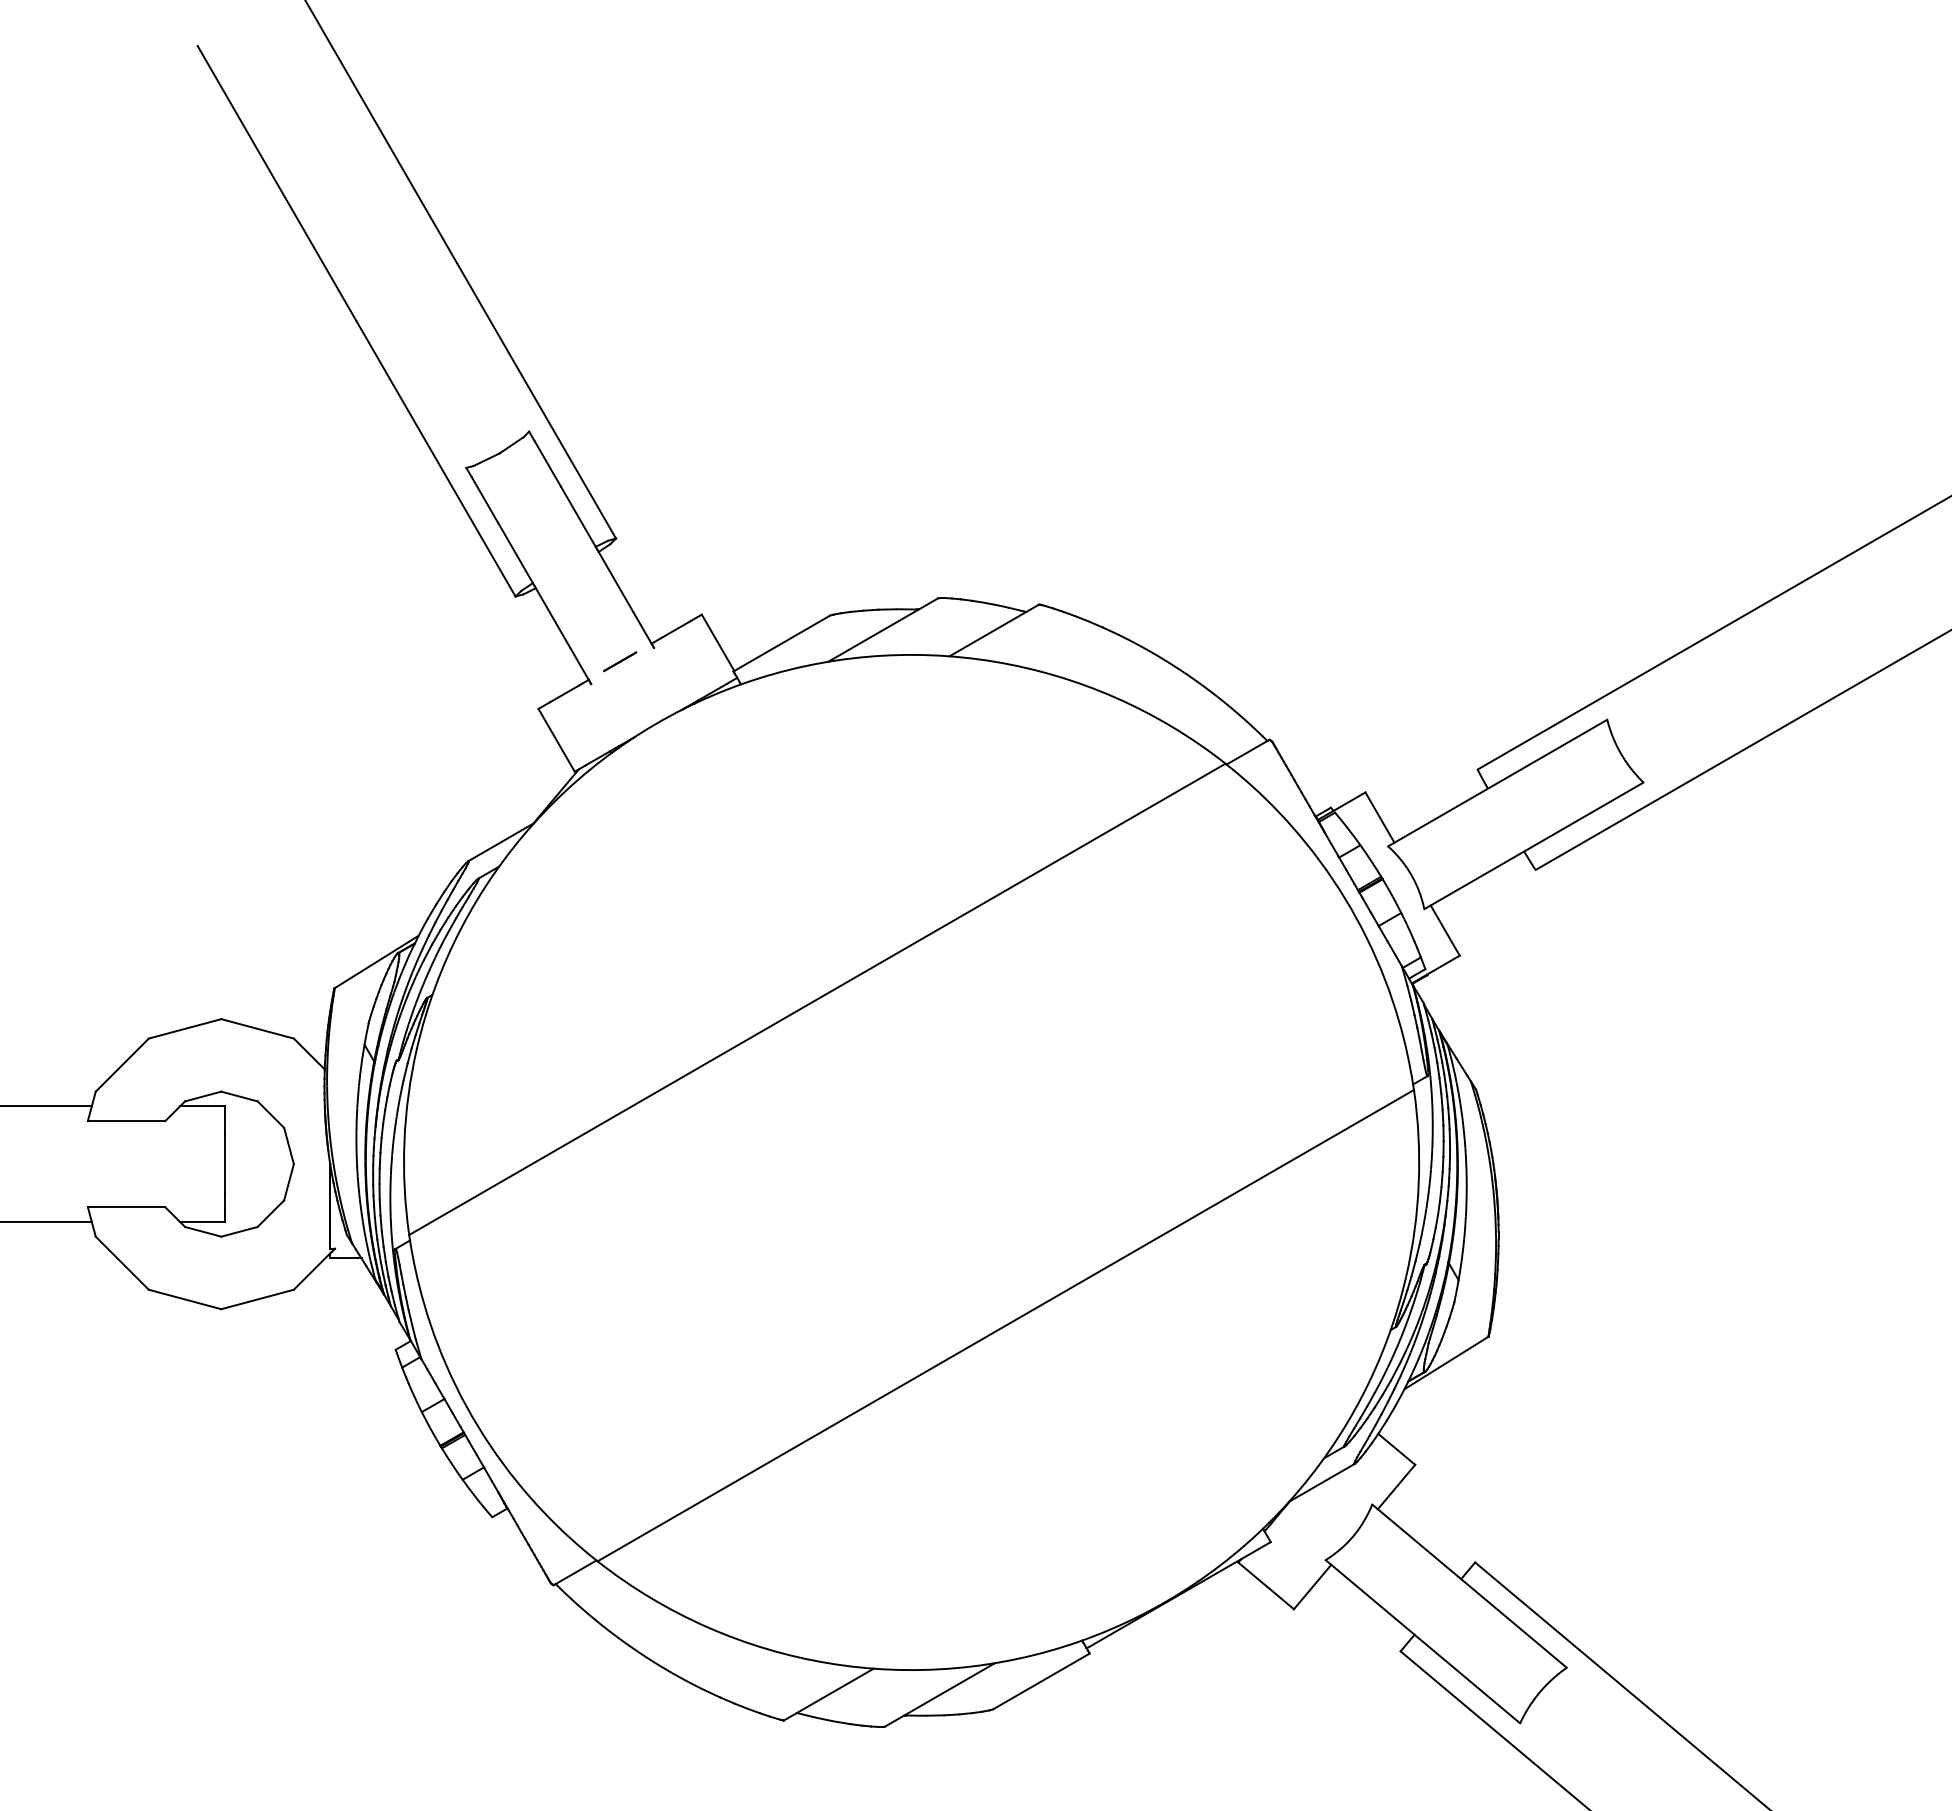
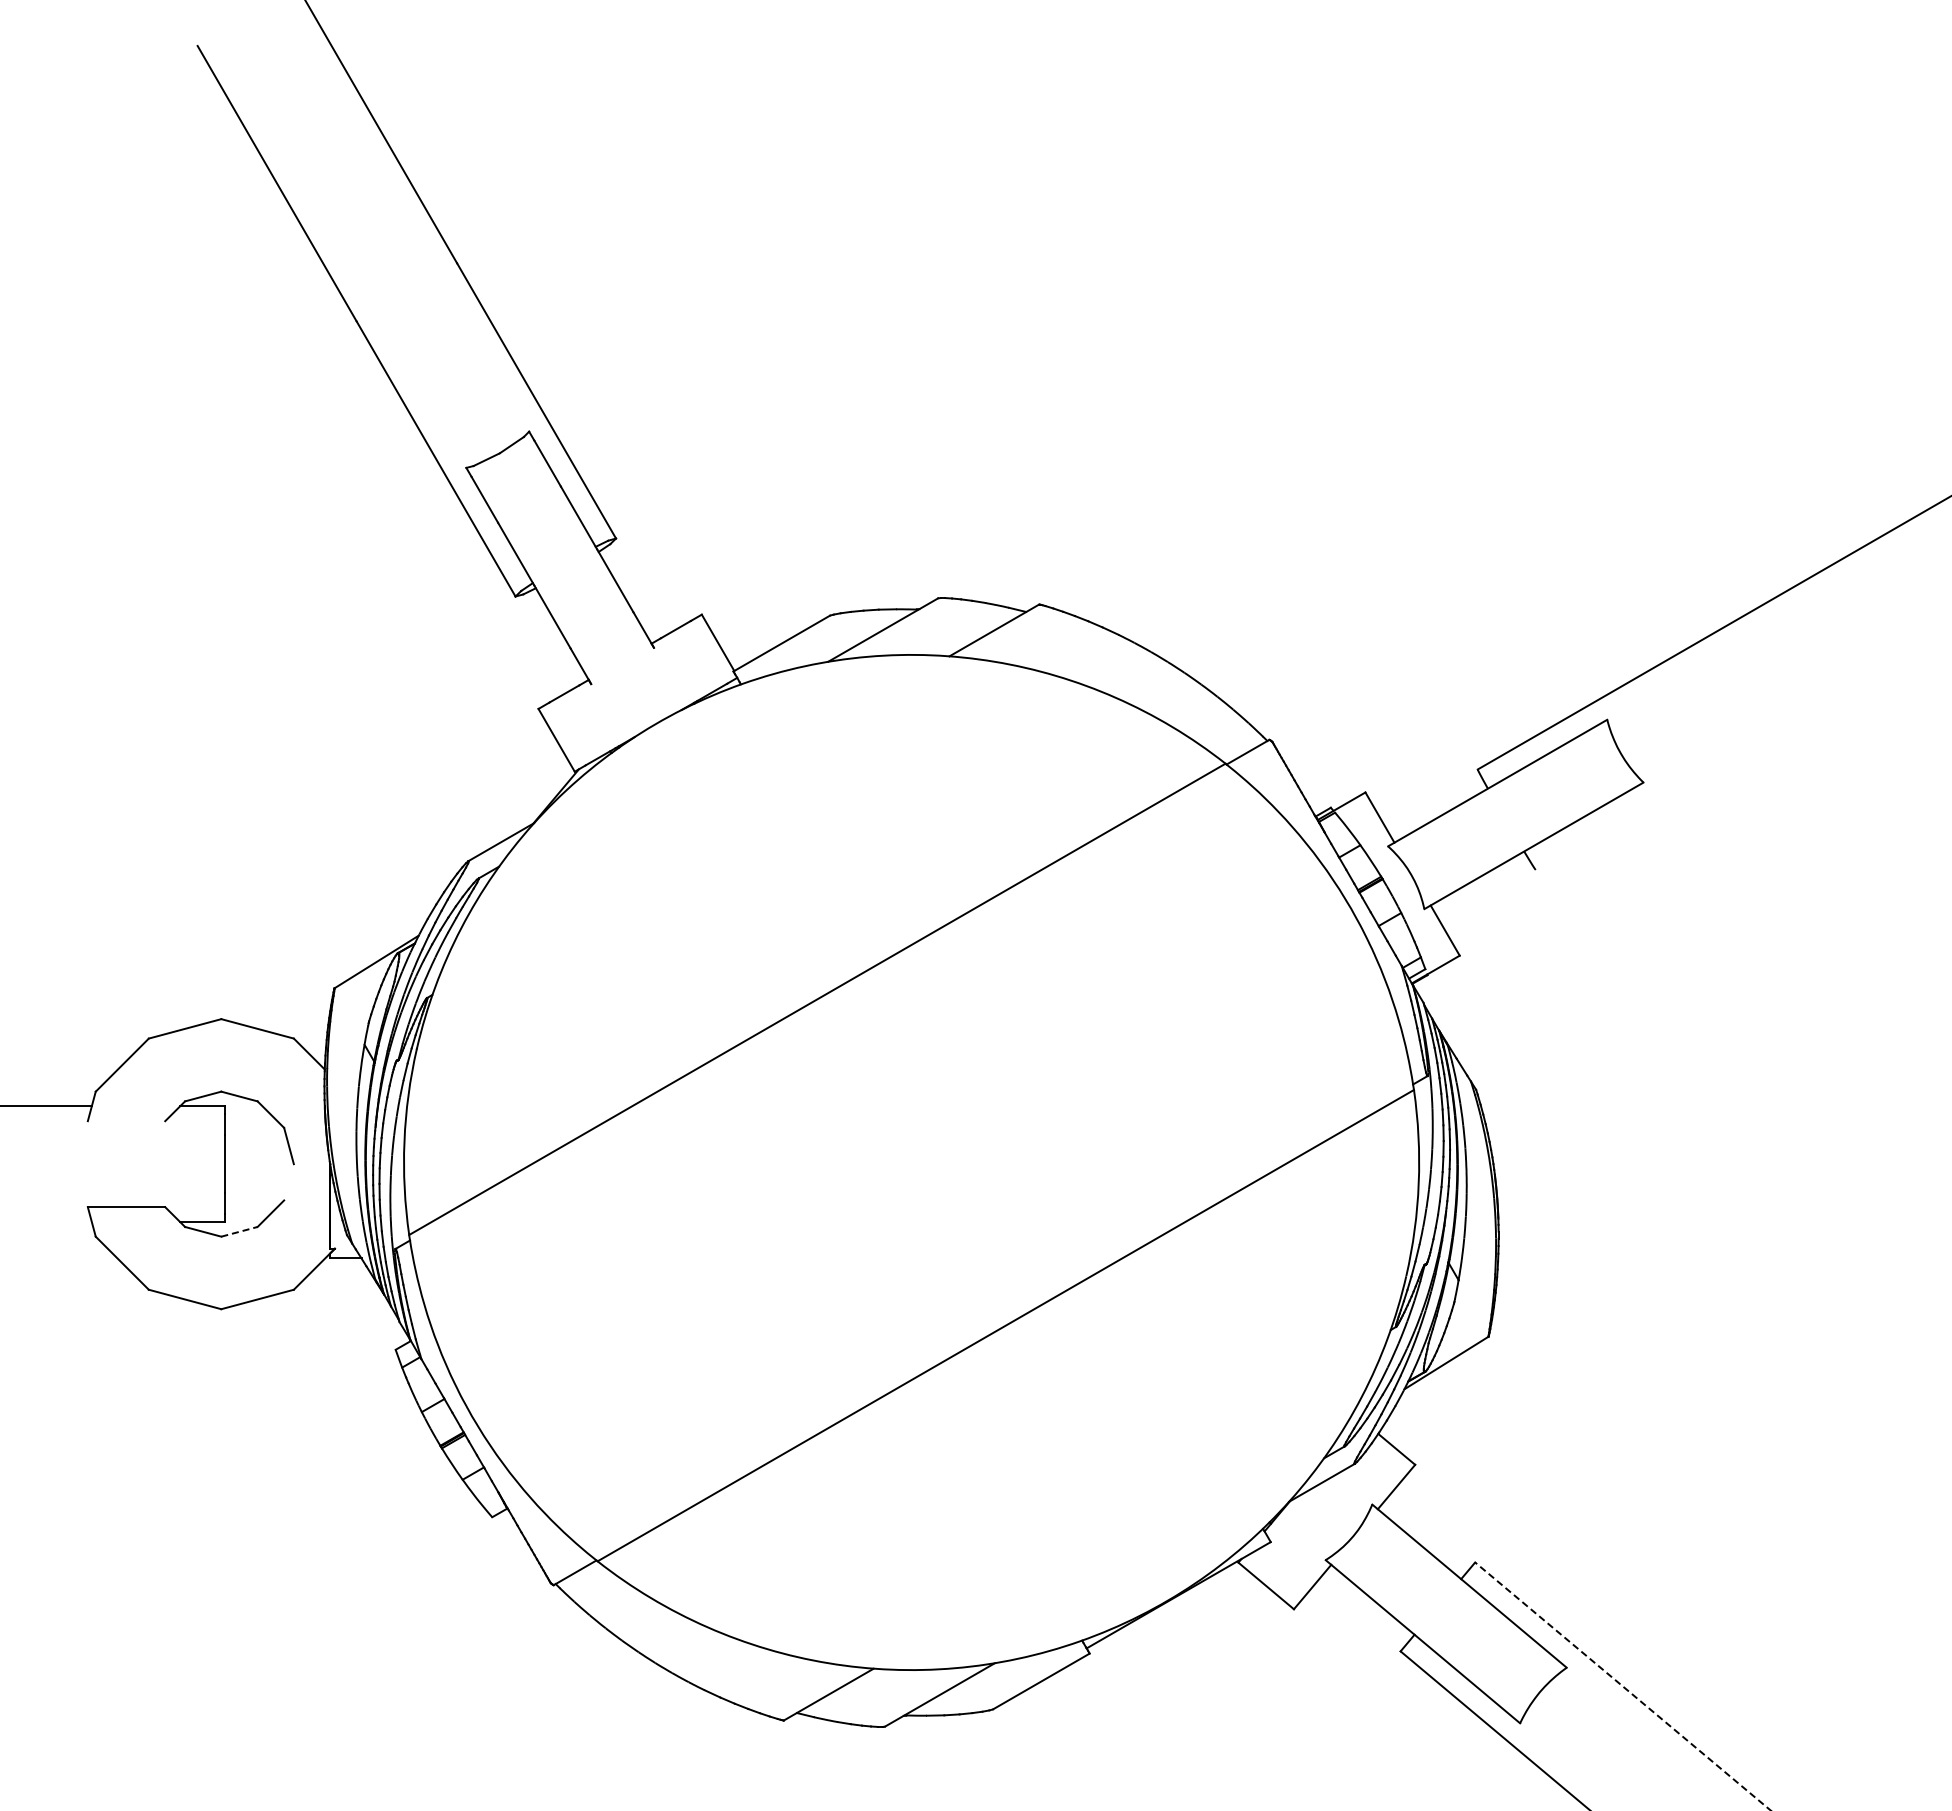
line at (620, 661): present -> none
line at (1741, 750): present -> none
line at (126, 1121): present -> none
line at (288, 1182): present -> none
line at (46, 1222): present -> none
line at (239, 1231): solid -> dashed
line at (1622, 1686): solid -> dashed
